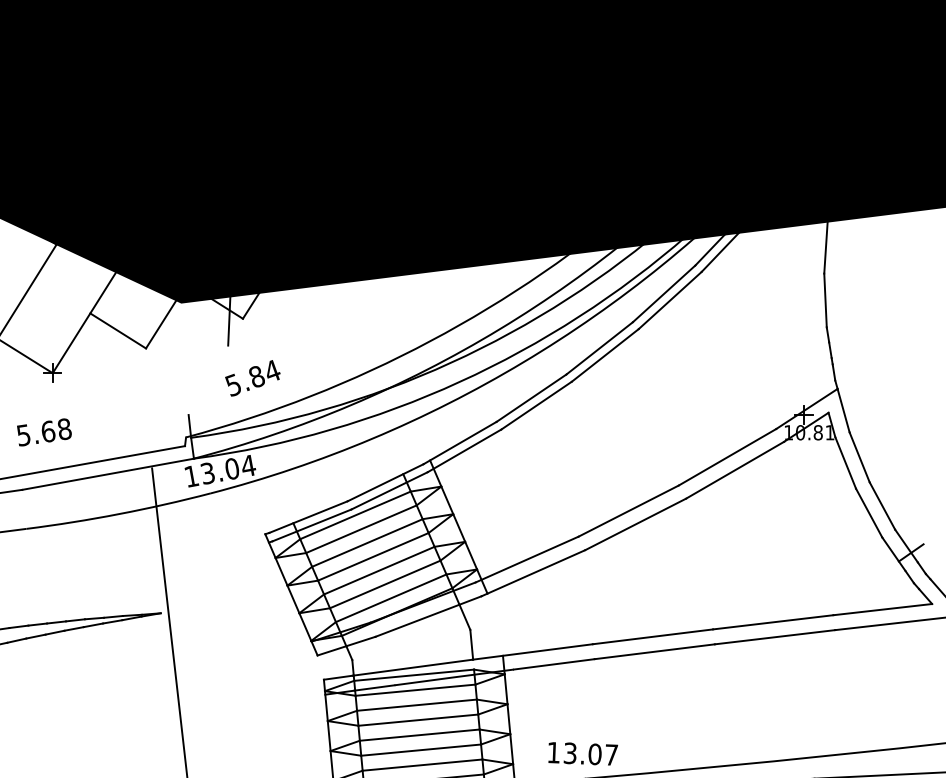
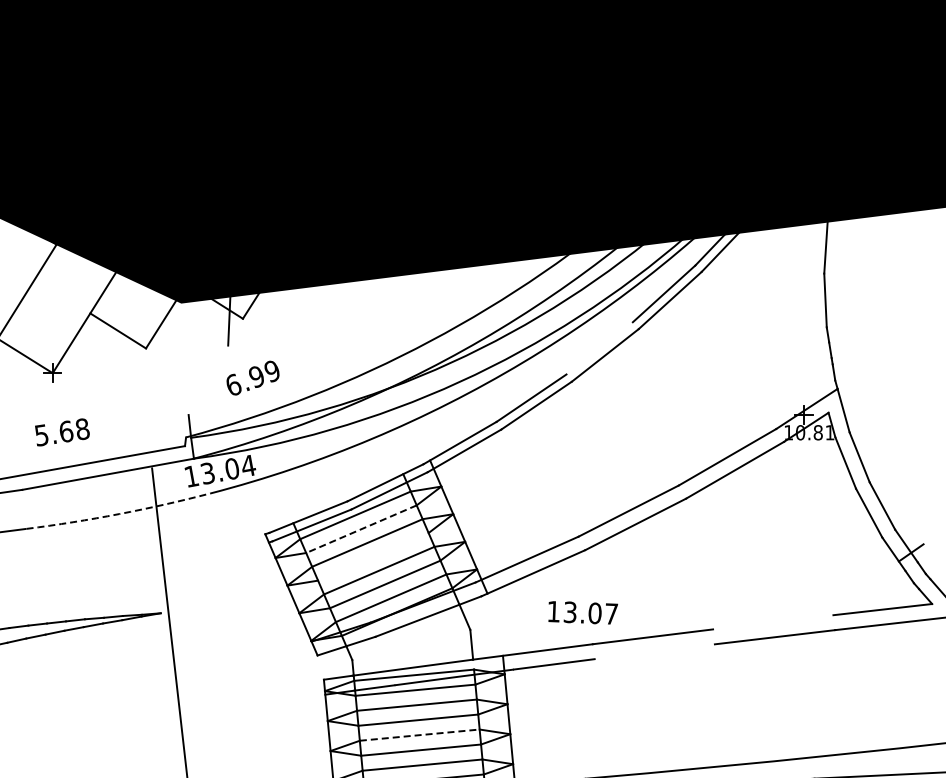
line at (599, 348): present -> none
text at (252, 378): 5.84 -> 6.99
text at (44, 432) position: (44, 432) -> (62, 432)
arc at (119, 514): solid -> dashed
line at (360, 529): solid -> dashed
line at (373, 556): present -> none
line at (773, 622): present -> none
line at (654, 651): present -> none
line at (420, 735): solid -> dashed
text at (583, 753) position: (583, 753) -> (583, 612)
